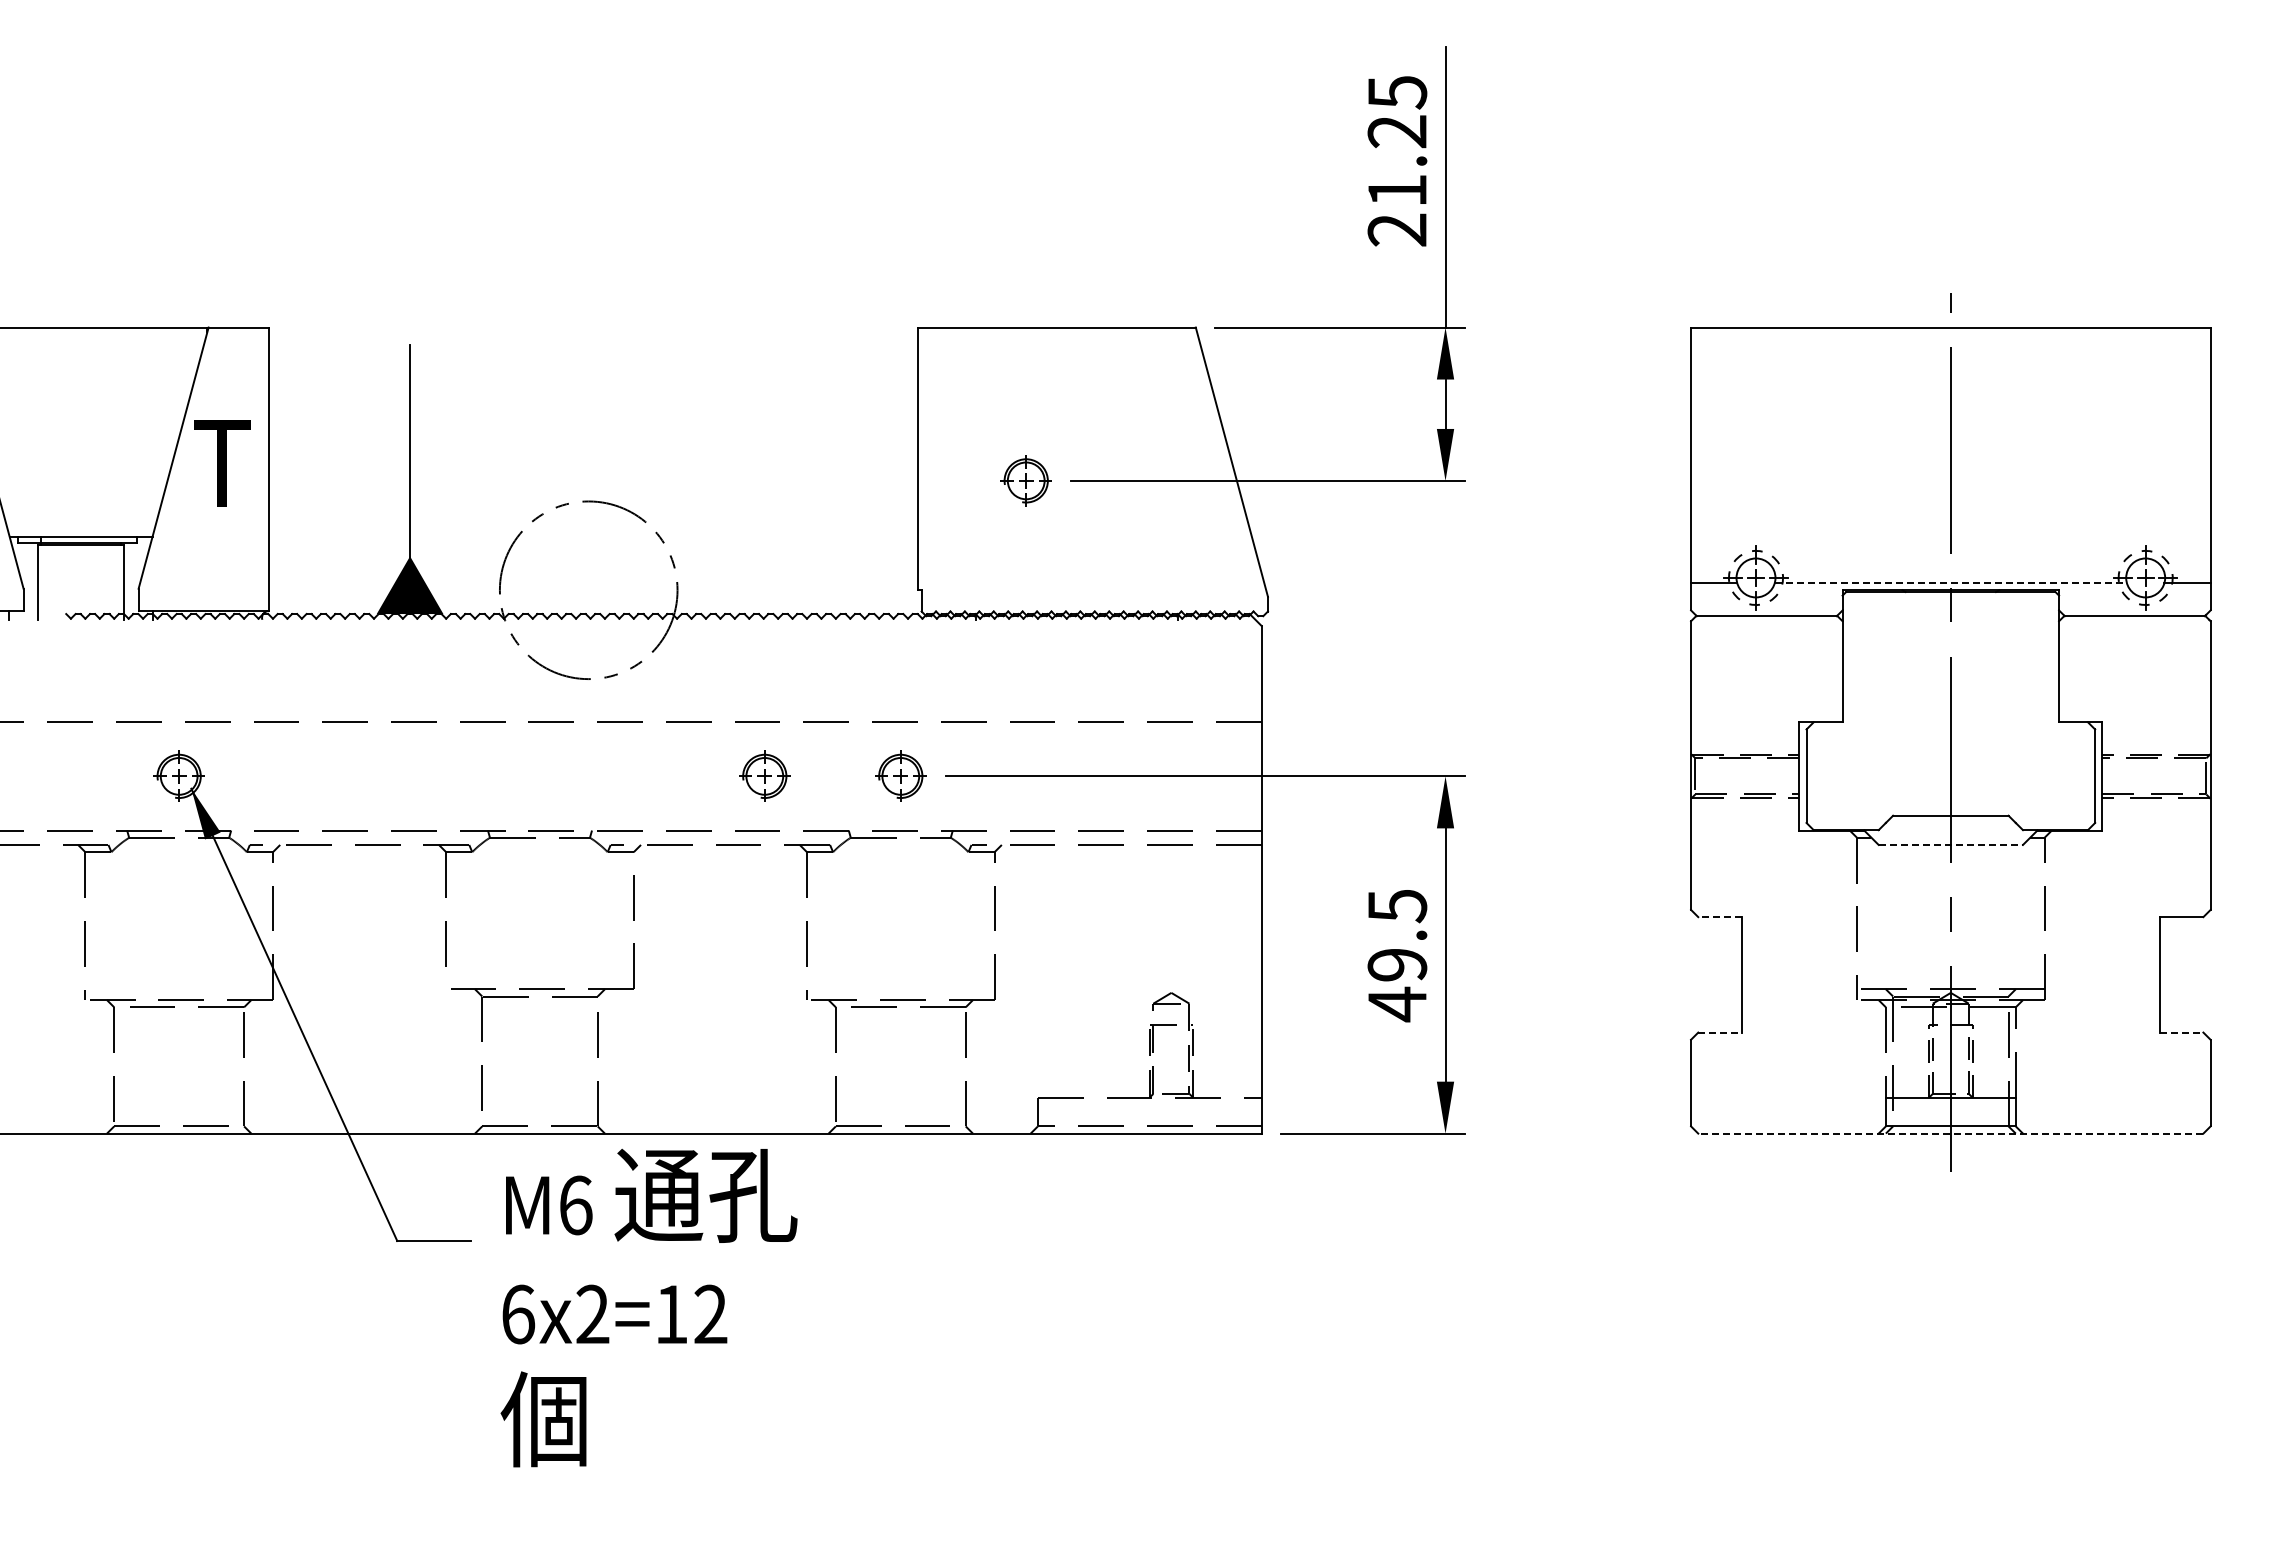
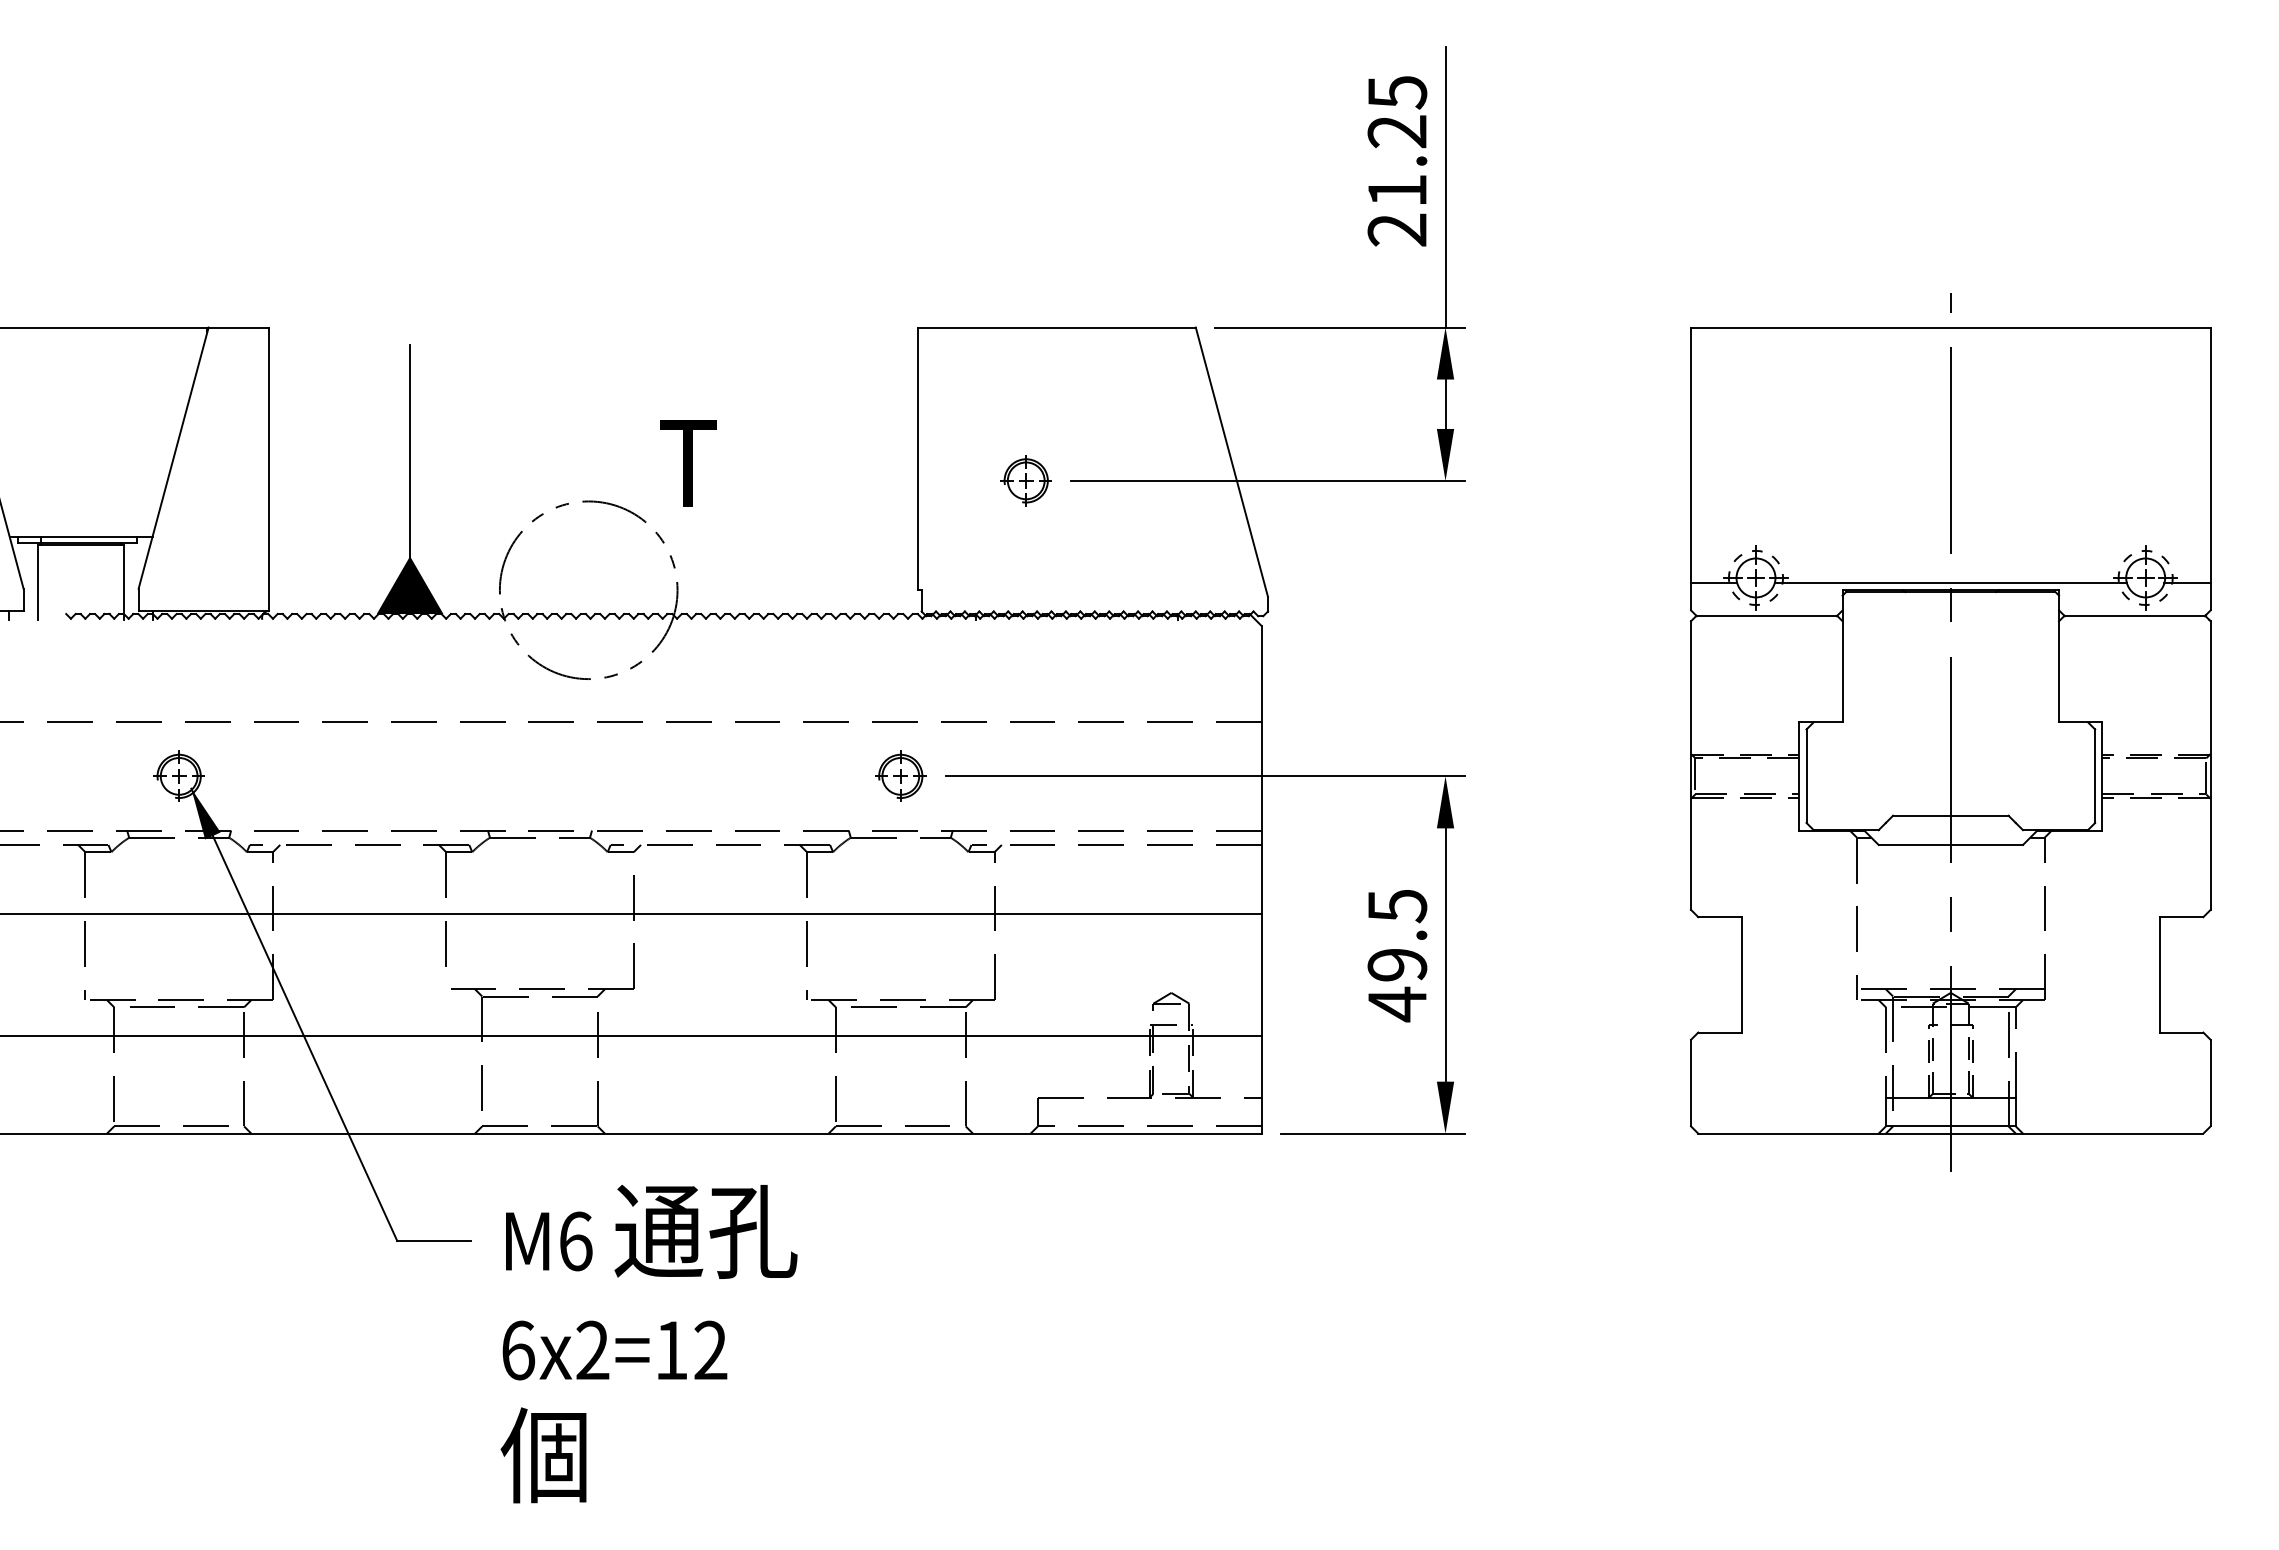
text at (222, 463) position: (222, 463) -> (688, 463)
line at (1951, 583): dashed -> solid
part at (764, 775): present -> none
line at (1951, 844): dashed -> solid
line at (631, 913): none -> present
line at (1719, 917): dashed -> solid
line at (1719, 1032): dashed -> solid
line at (2181, 1032): dashed -> solid
line at (631, 1036): none -> present
line at (1950, 1133): dashed -> solid
text at (648, 1307) position: (648, 1307) -> (648, 1343)
